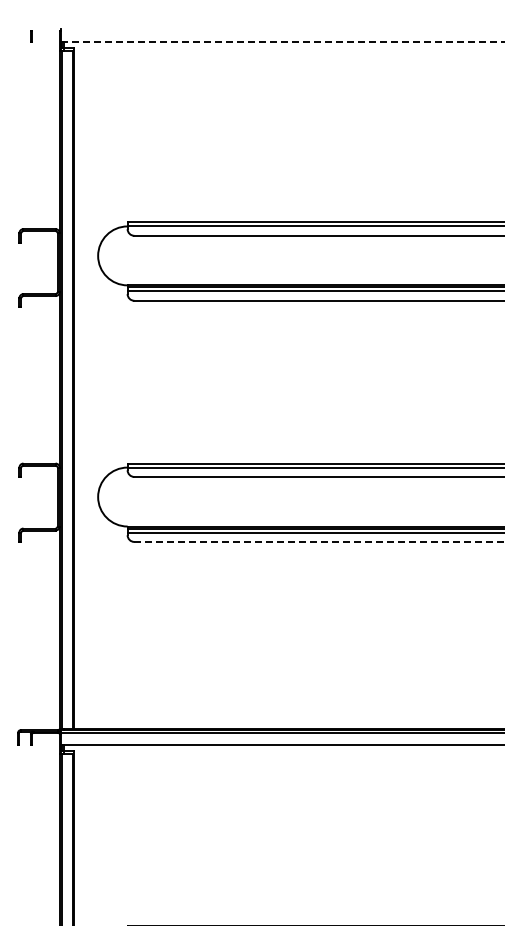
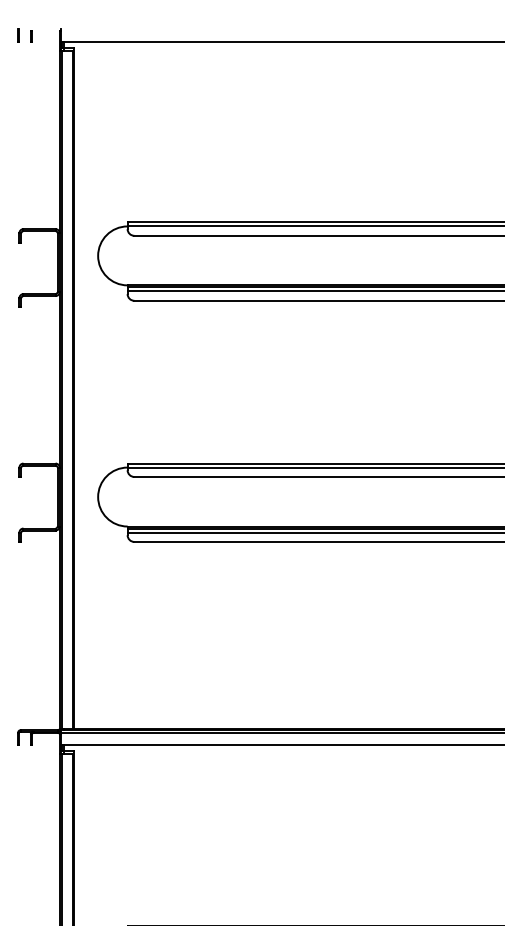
line at (18, 35): none -> present
line at (282, 41): dashed -> solid
line at (319, 541): dashed -> solid
